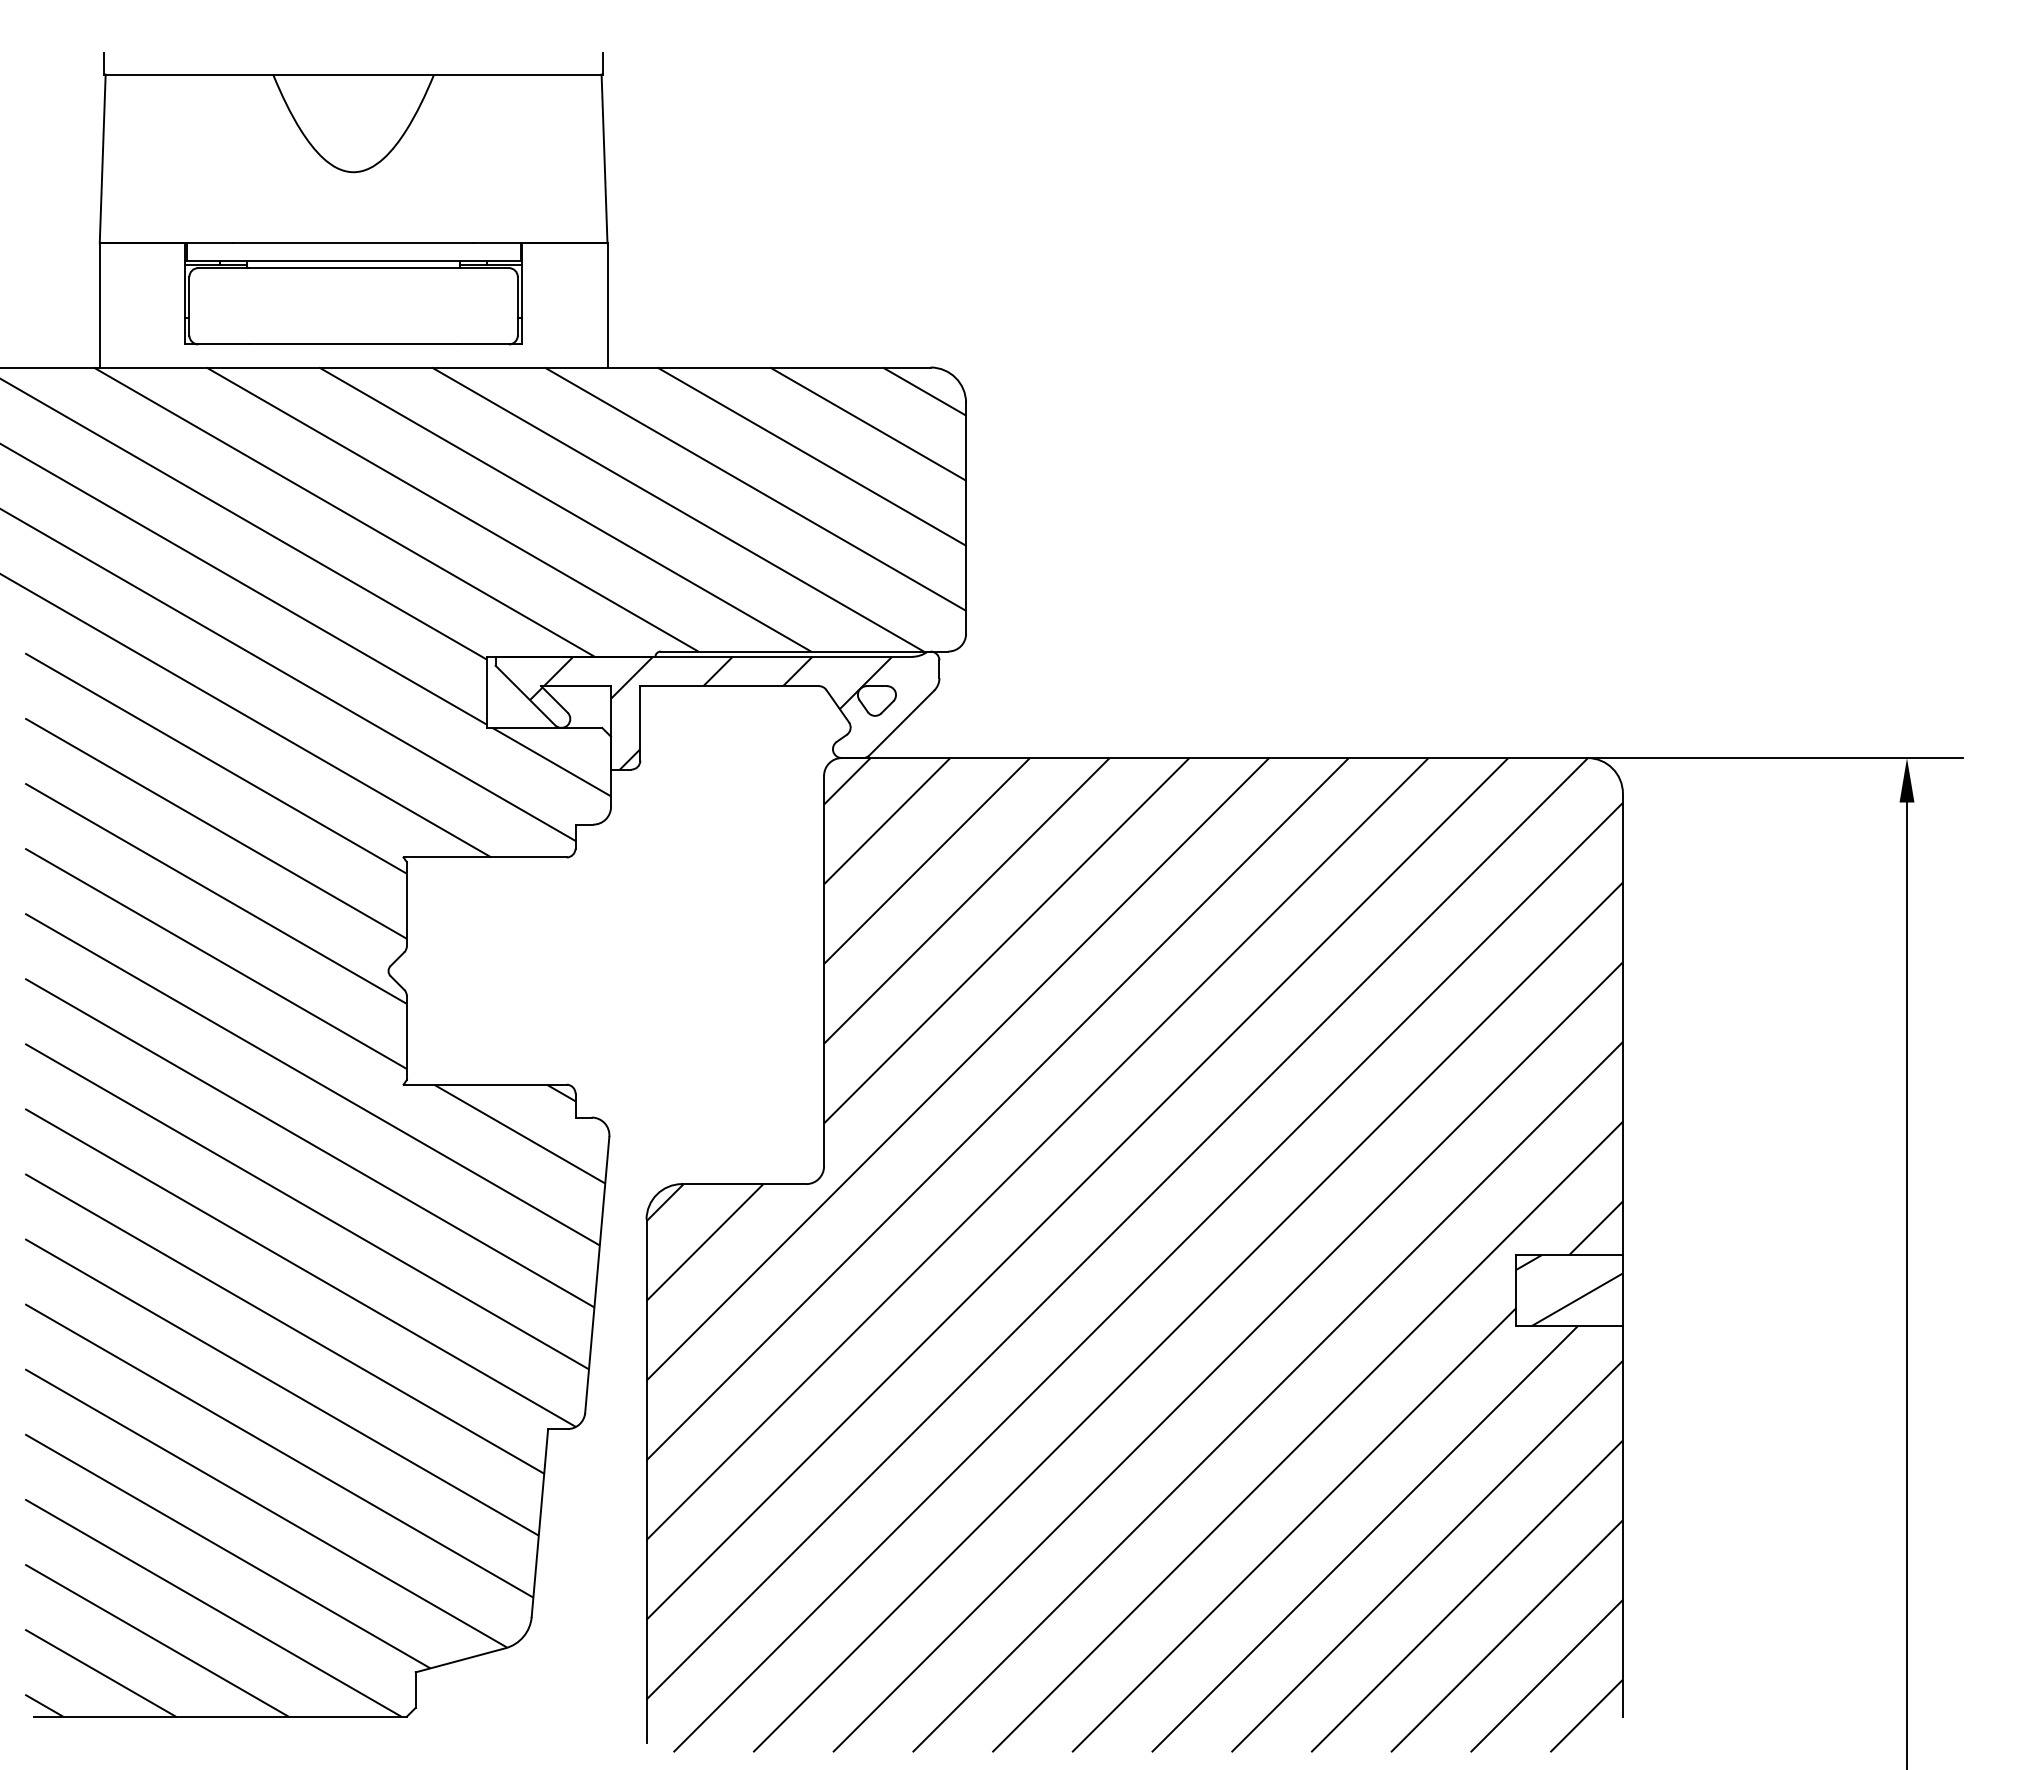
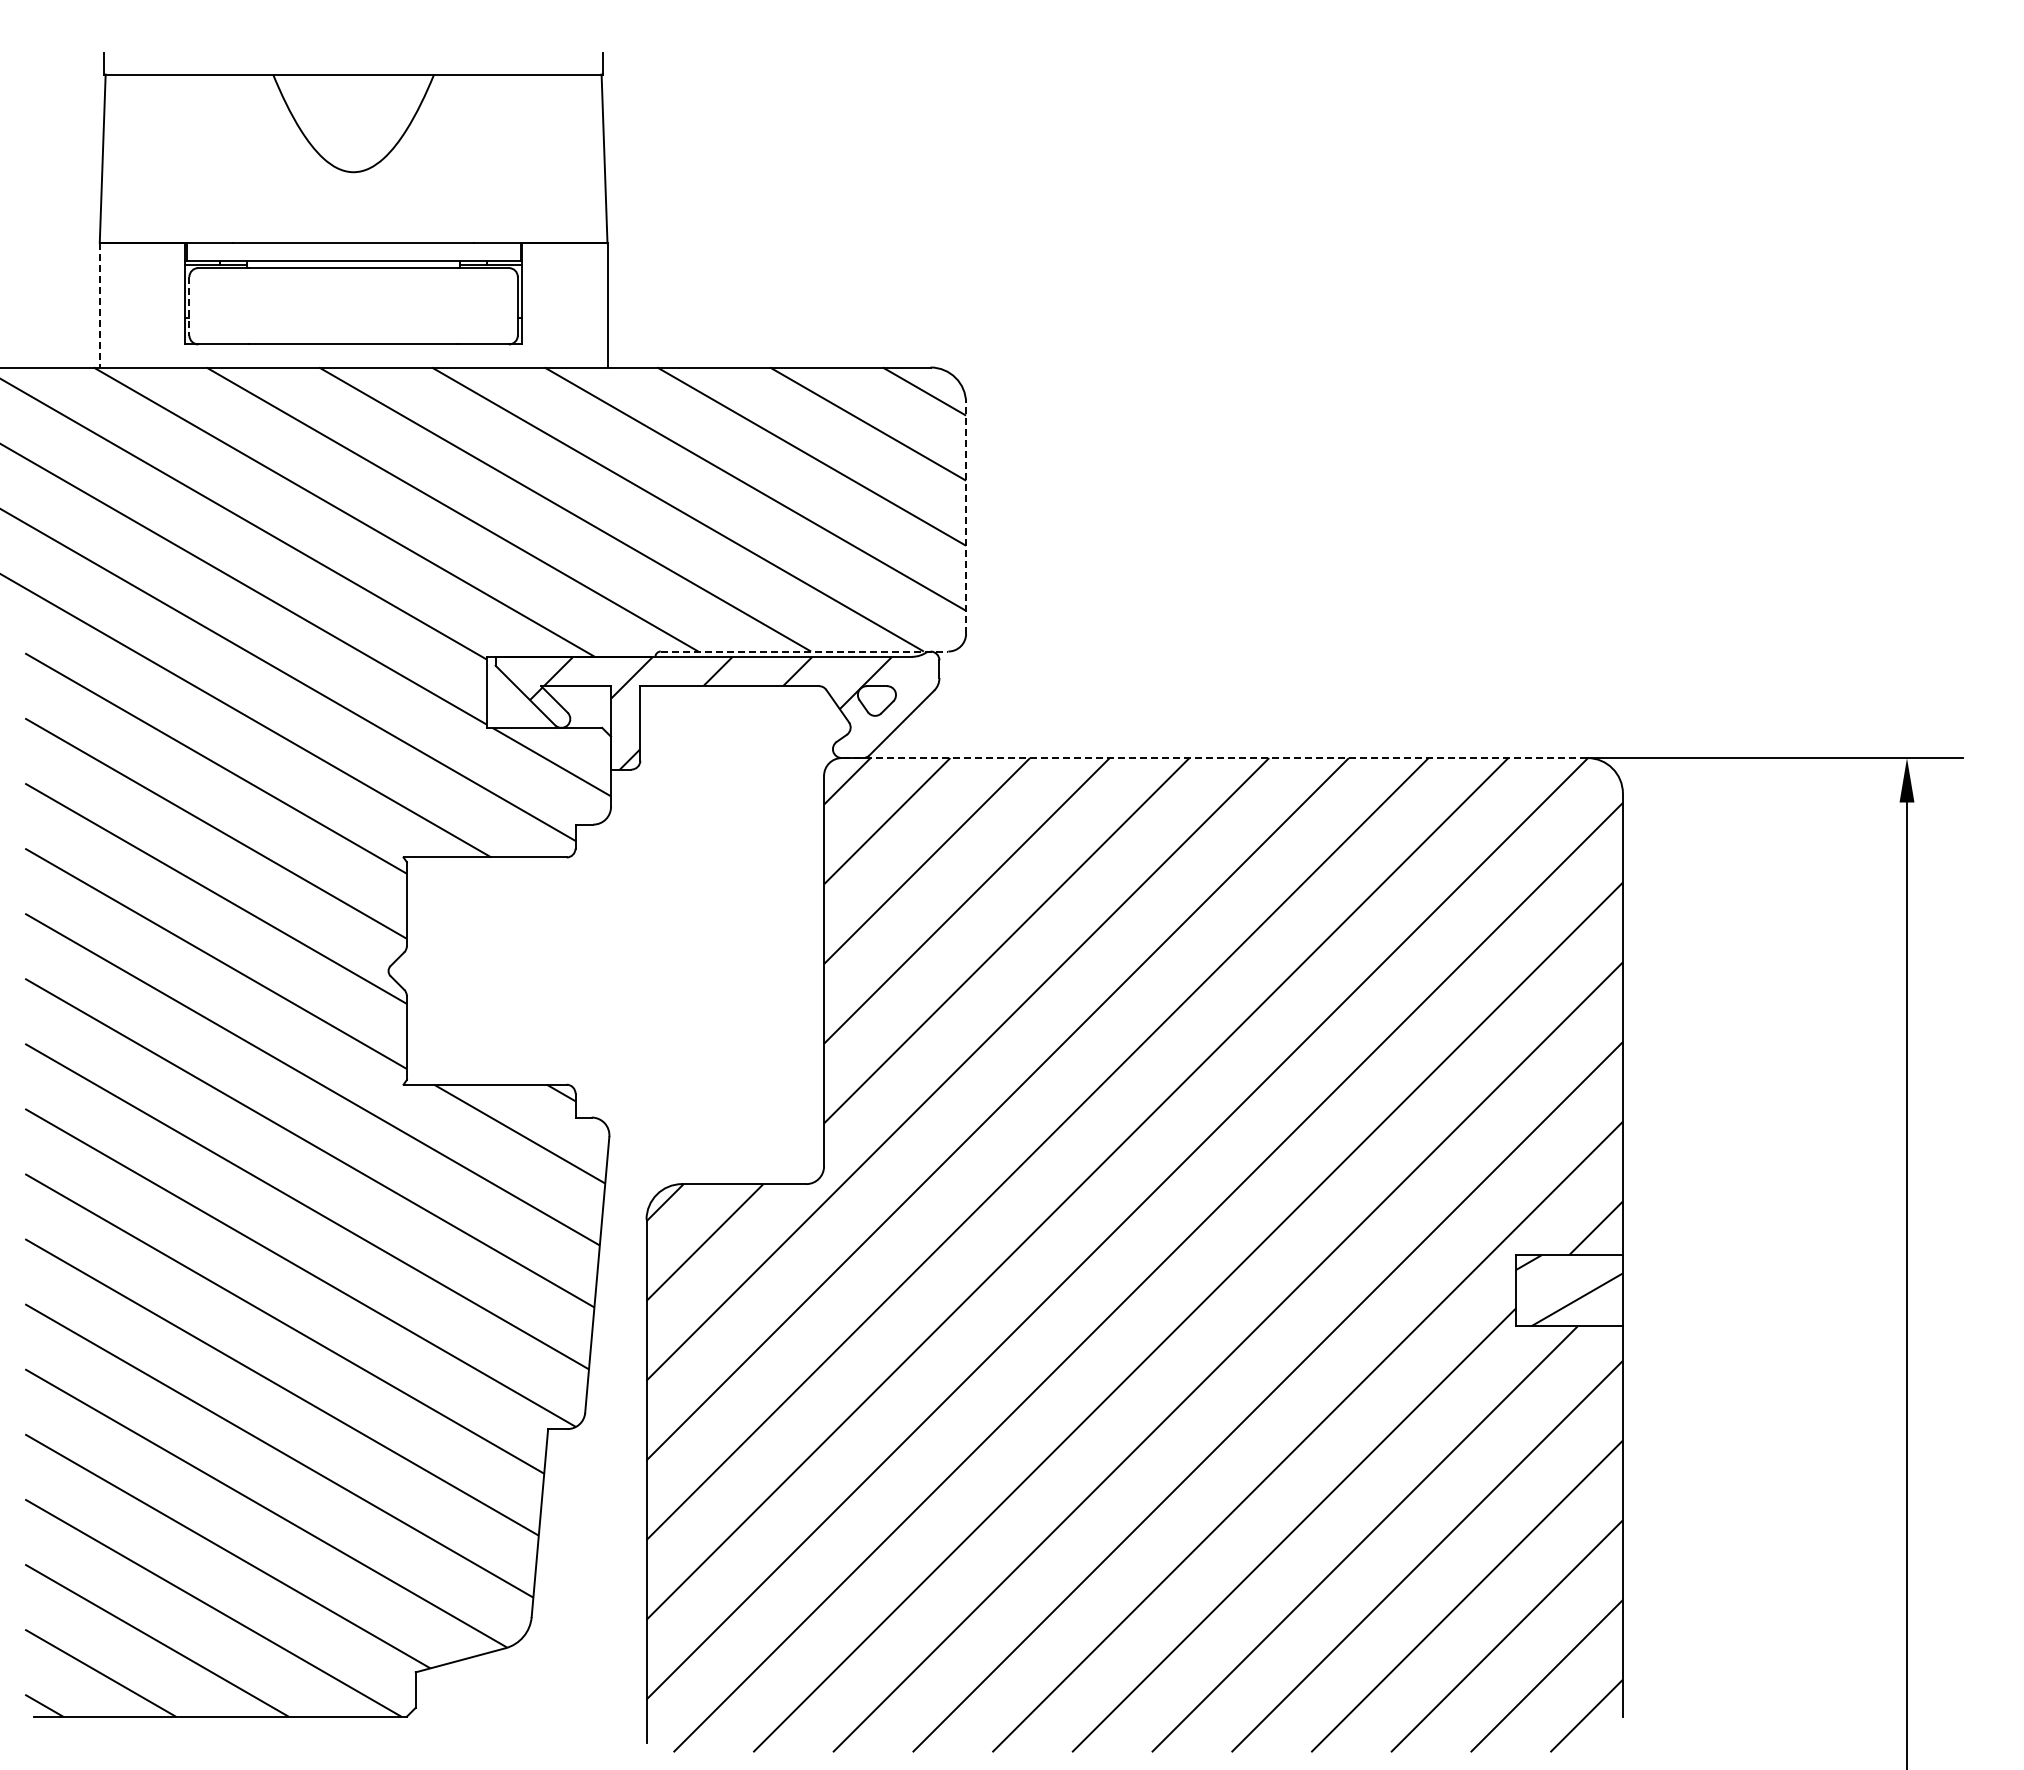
line at (99, 305): solid -> dashed
line at (189, 306): solid -> dashed
line at (966, 517): solid -> dashed
line at (804, 651): solid -> dashed
line at (1214, 758): solid -> dashed
